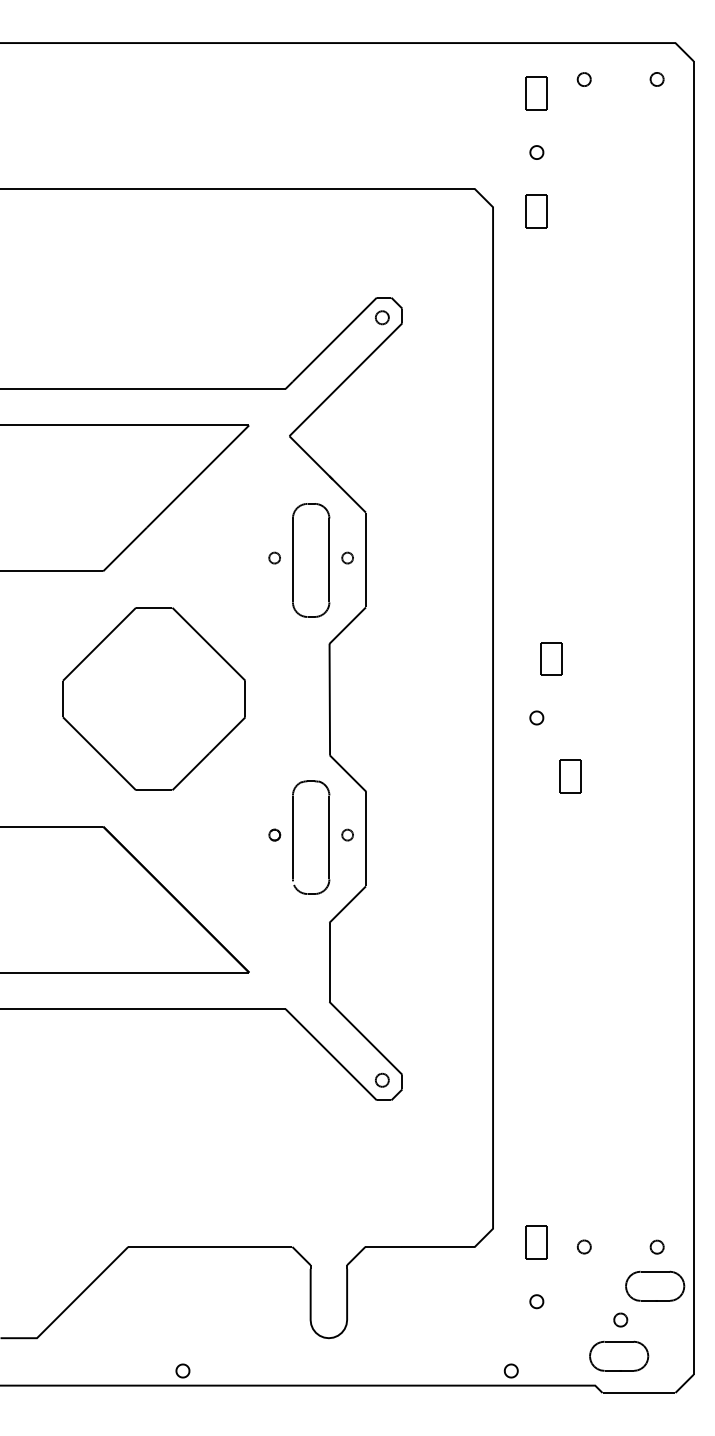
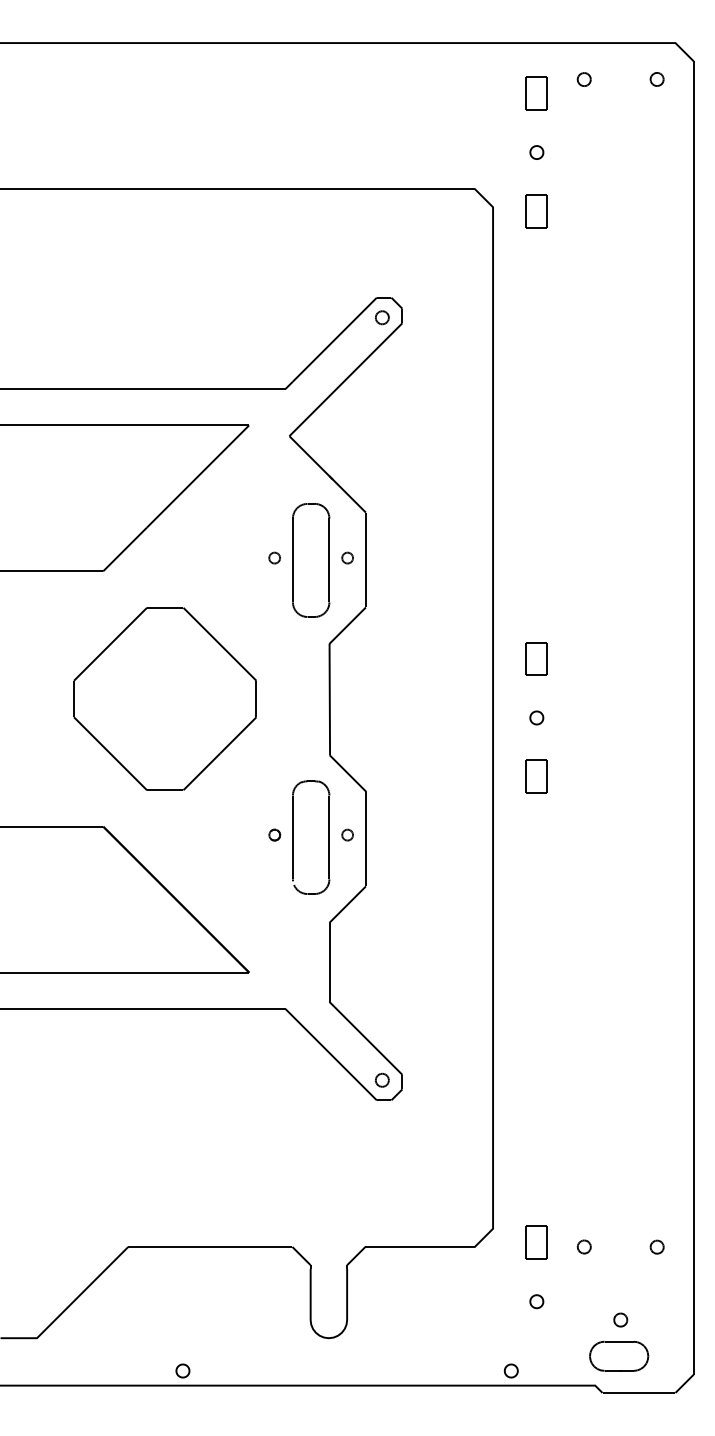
part at (551, 658) position: (551, 658) -> (536, 658)
part at (153, 698) position: (153, 698) -> (164, 698)
part at (570, 776) position: (570, 776) -> (536, 776)
part at (655, 1285): present -> none
